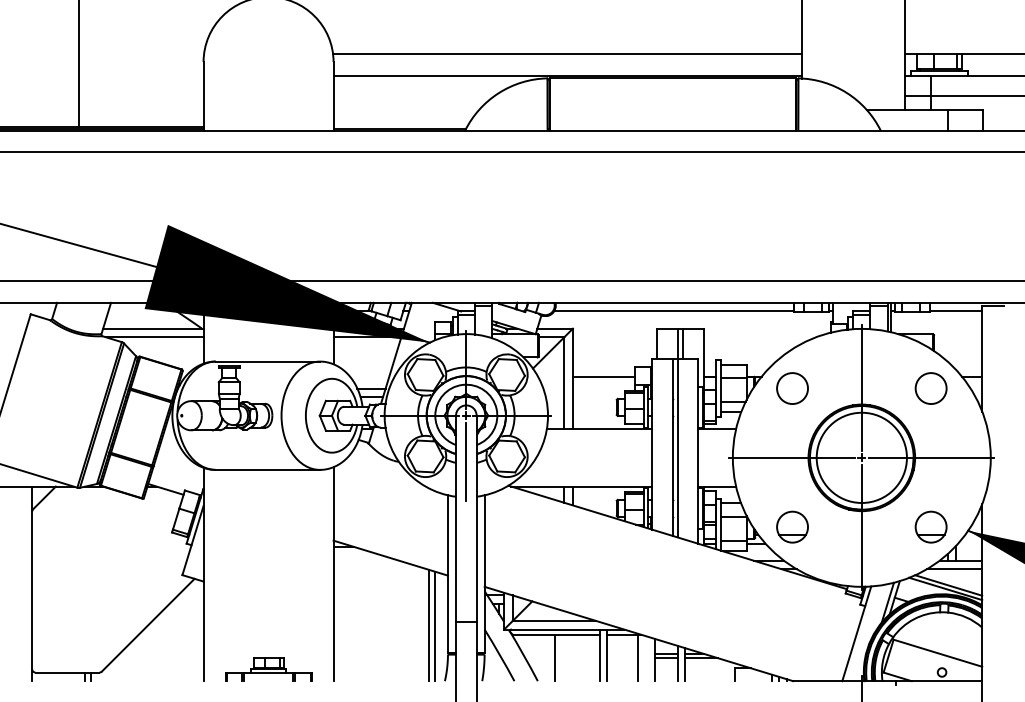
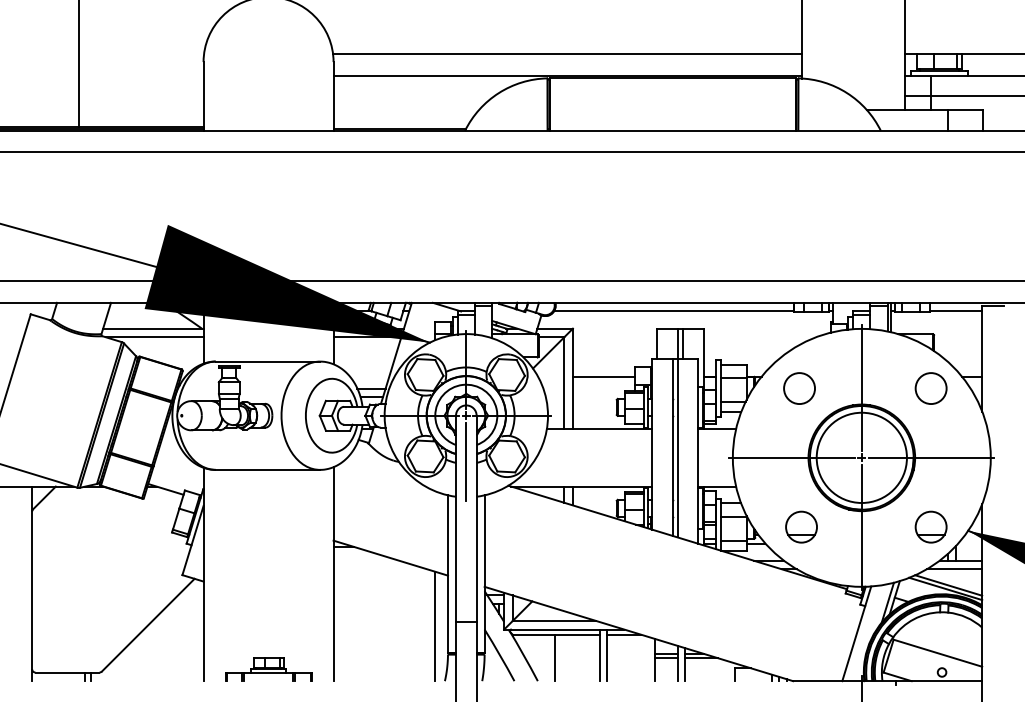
circle at (792, 388) position: (792, 388) -> (799, 388)
part at (792, 526) position: (792, 526) -> (801, 526)
line at (428, 625): present -> none
line at (638, 657): present -> none
